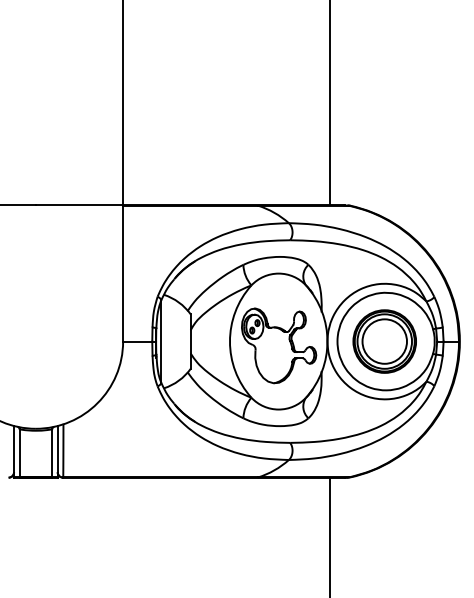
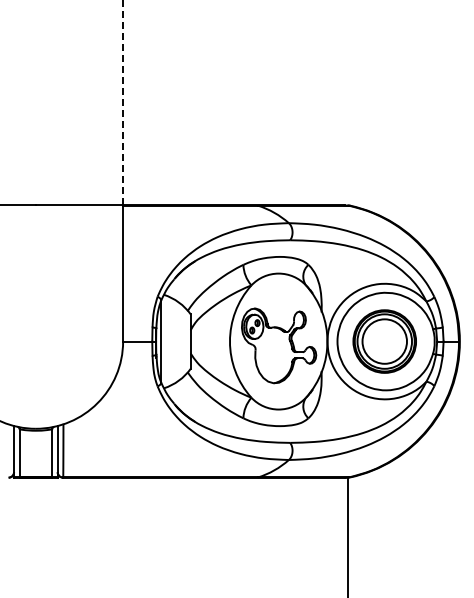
line at (123, 103): solid -> dashed
line at (330, 103): present -> none
line at (330, 535) position: (330, 535) -> (348, 535)
